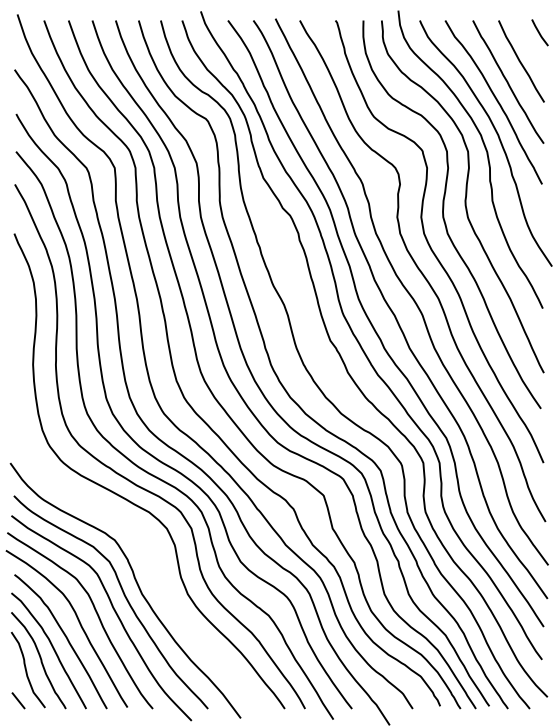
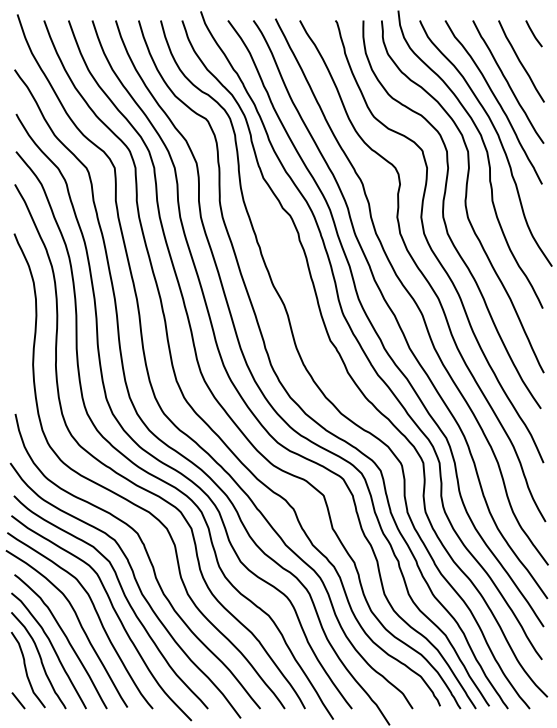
line at (539, 32) position: (539, 32) -> (533, 33)
curve at (147, 556): none -> present
